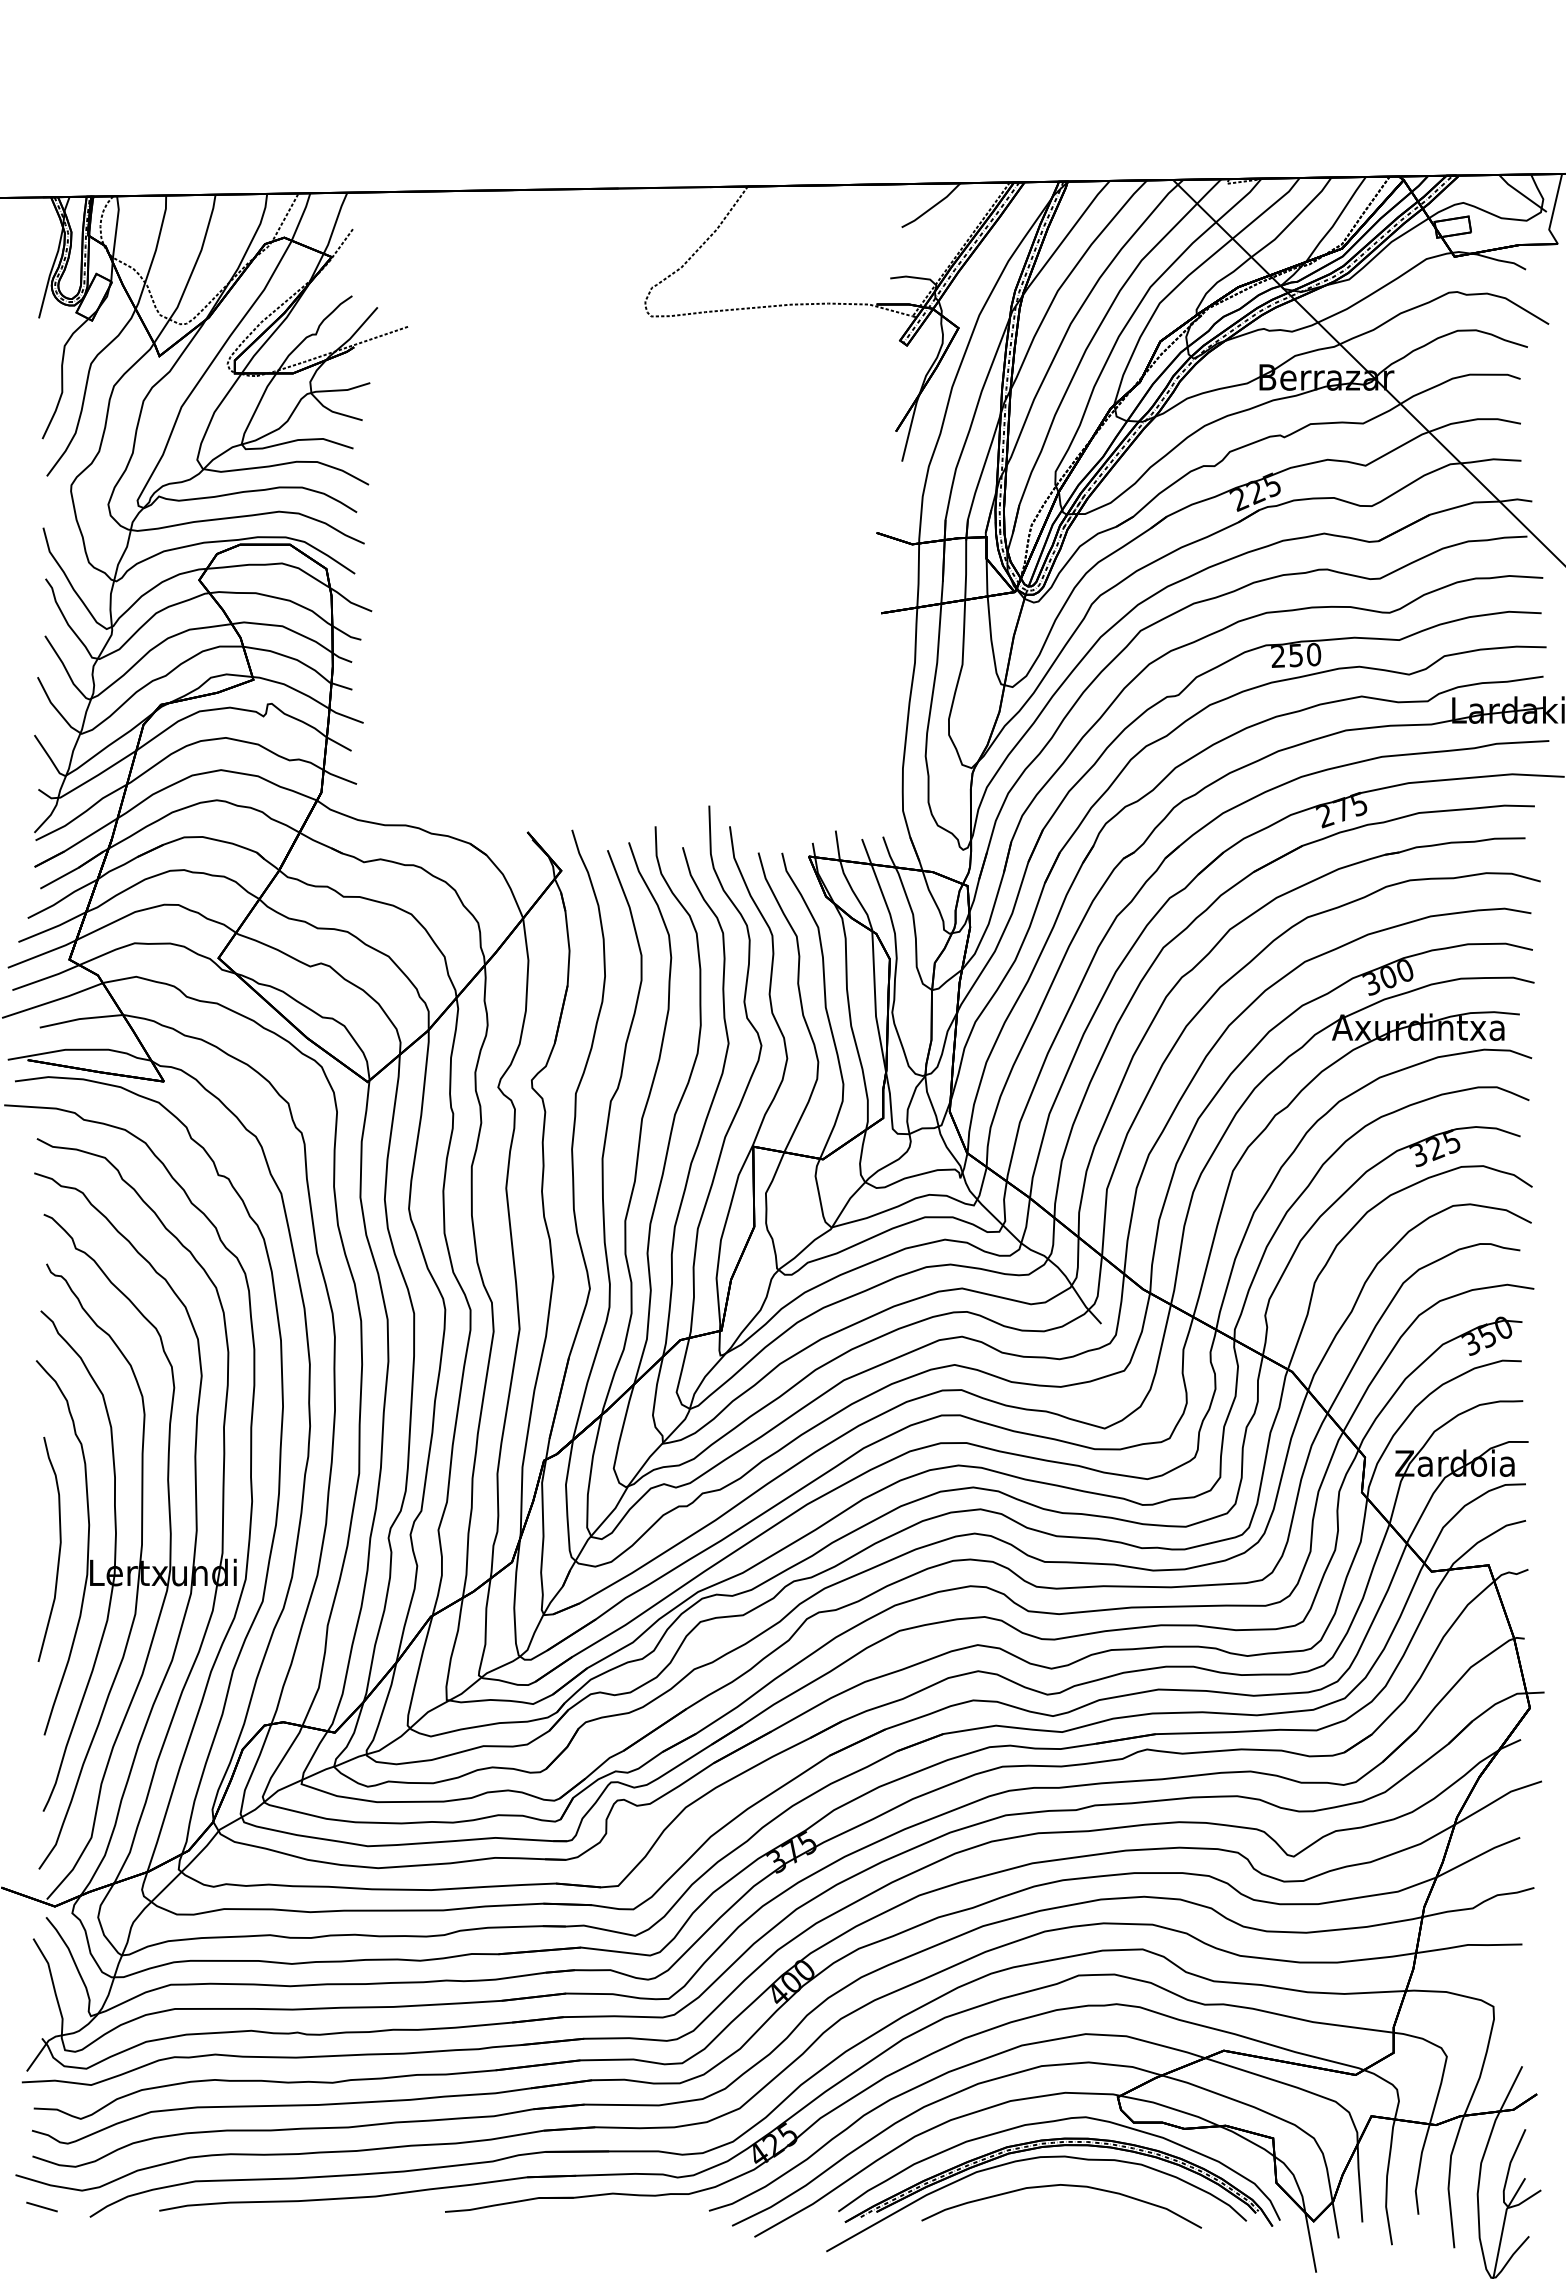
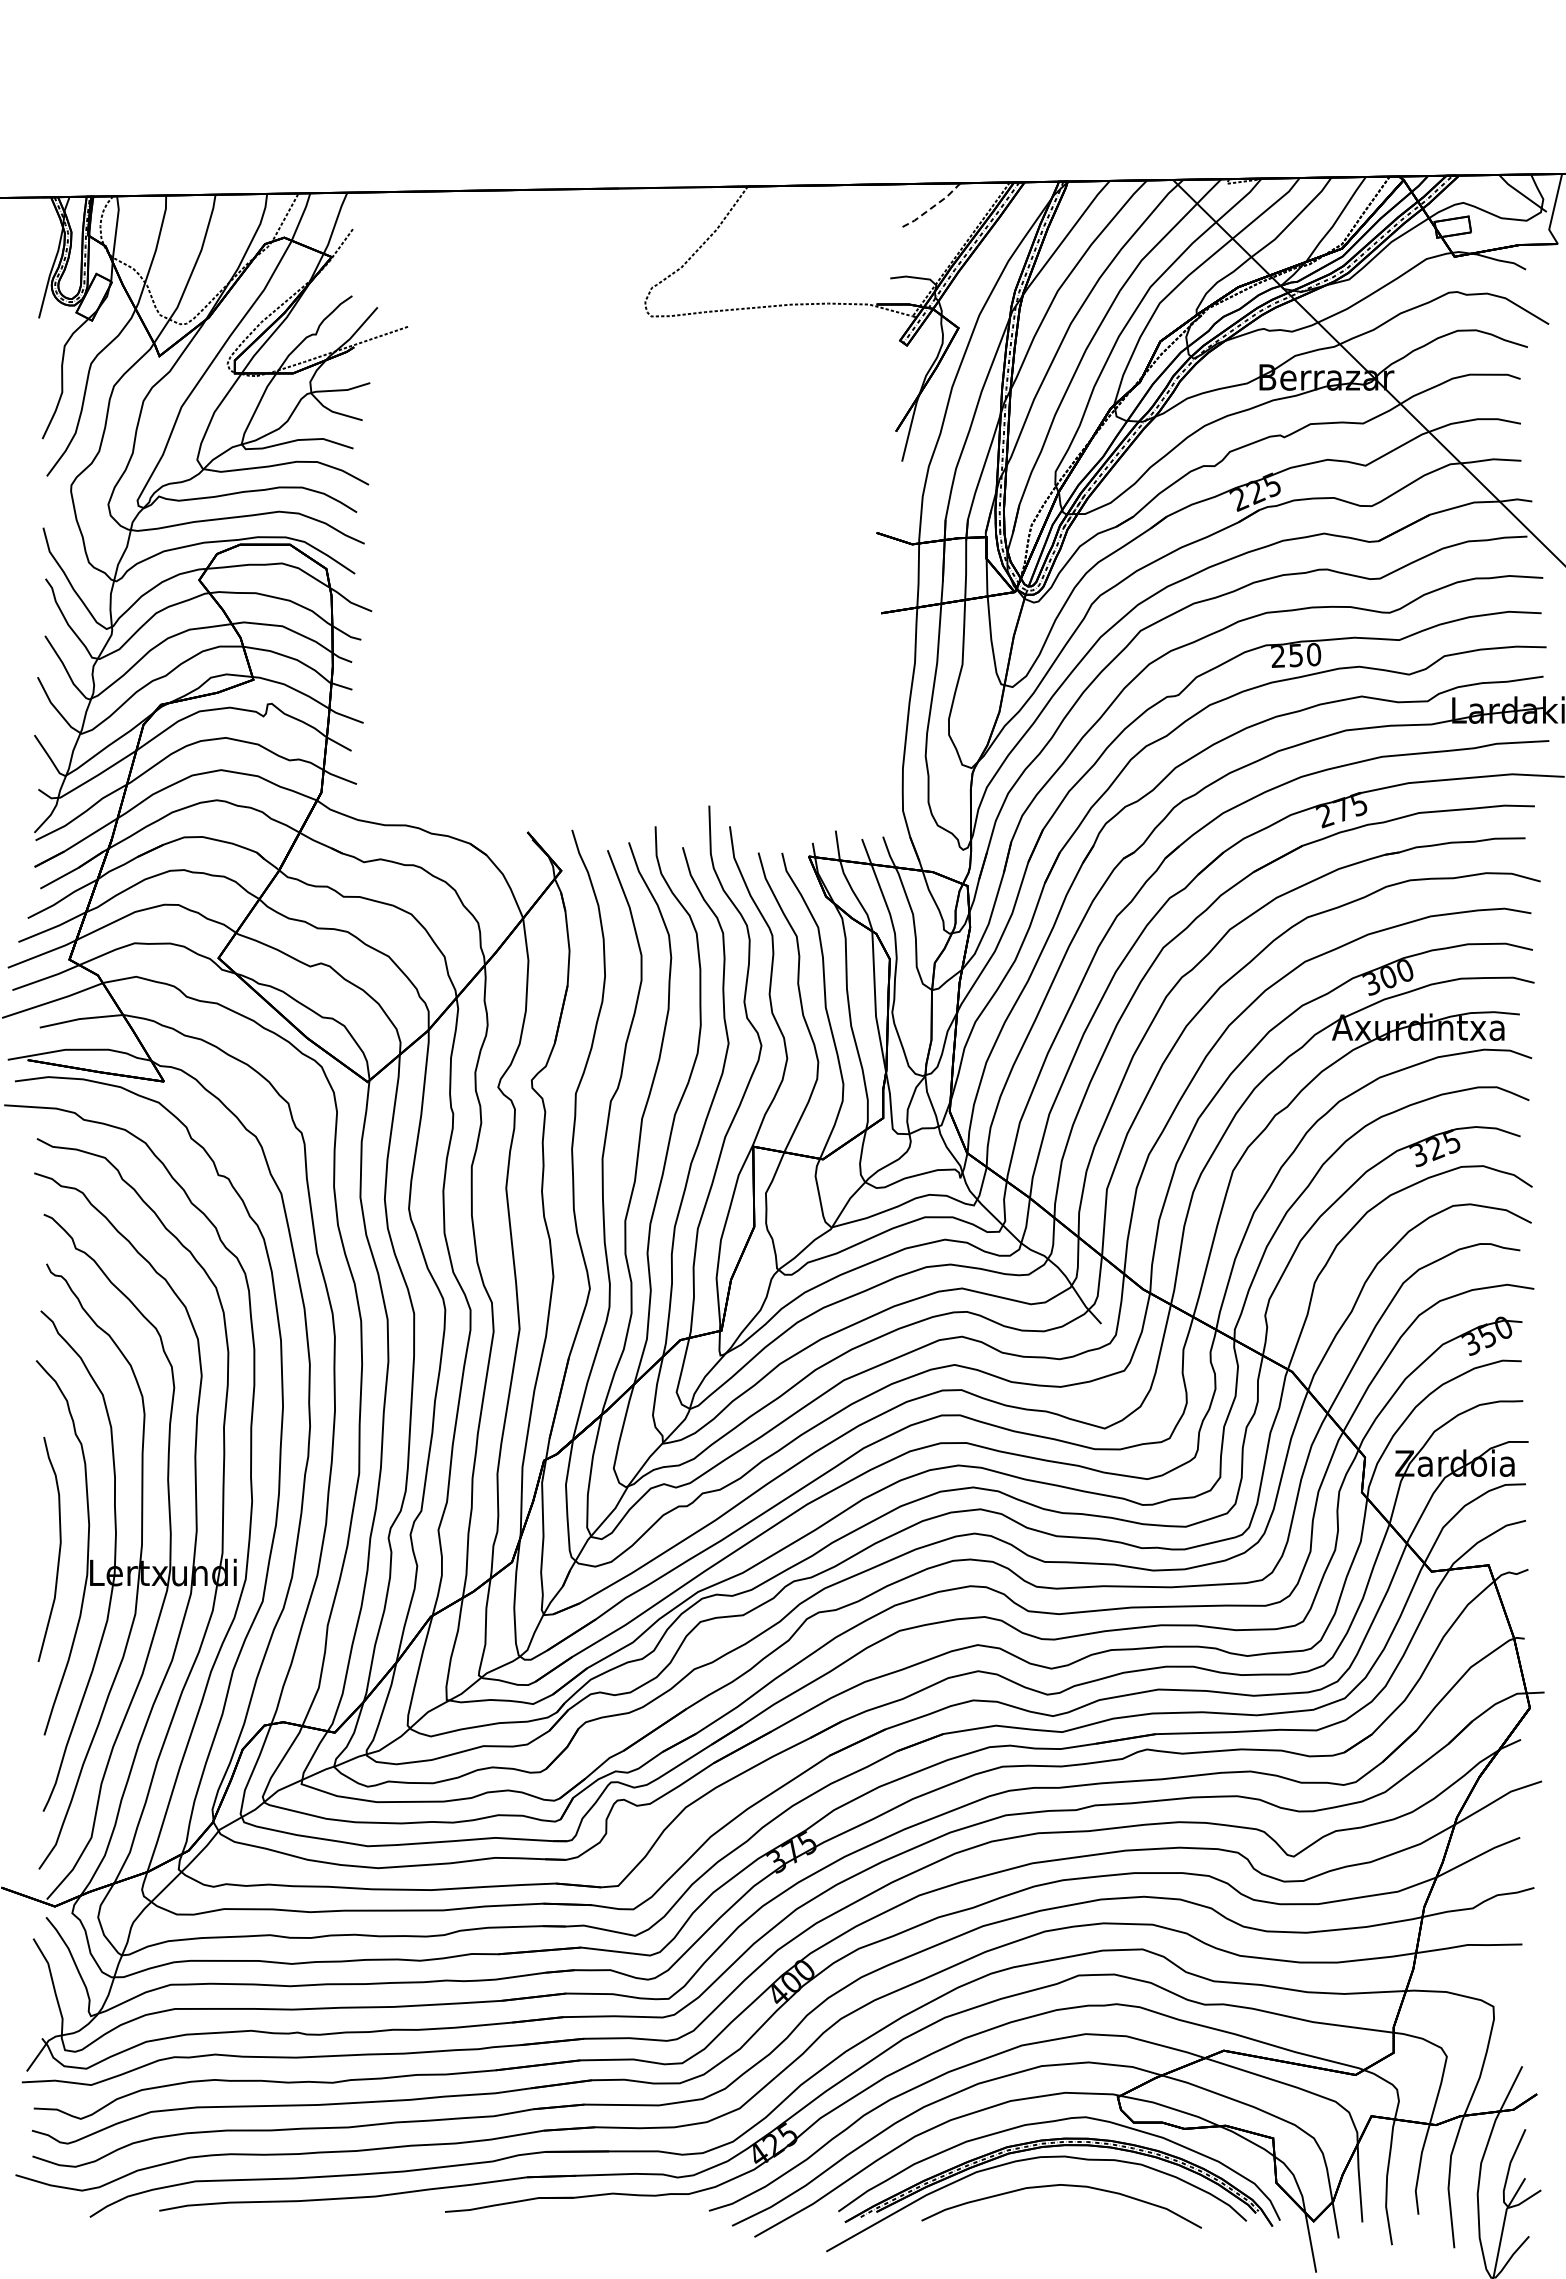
line at (932, 207): solid -> dashed
line at (41, 2206): present -> none
